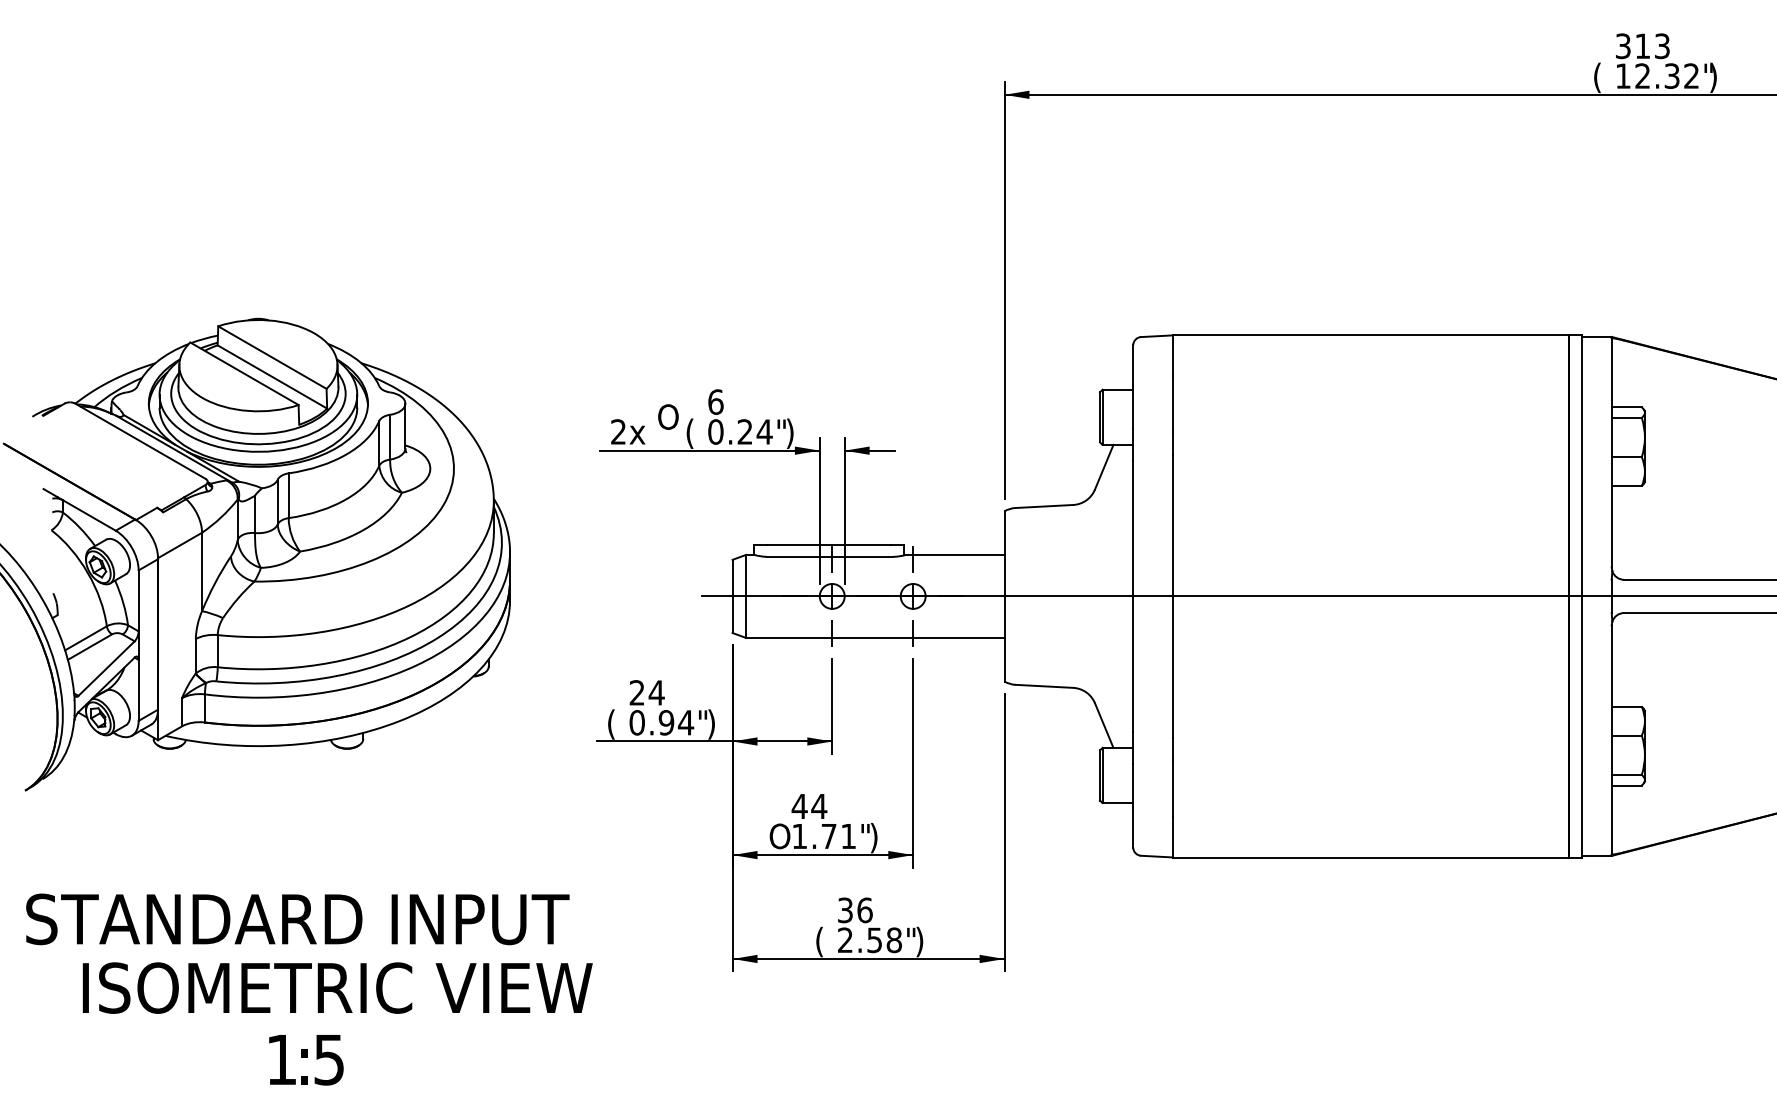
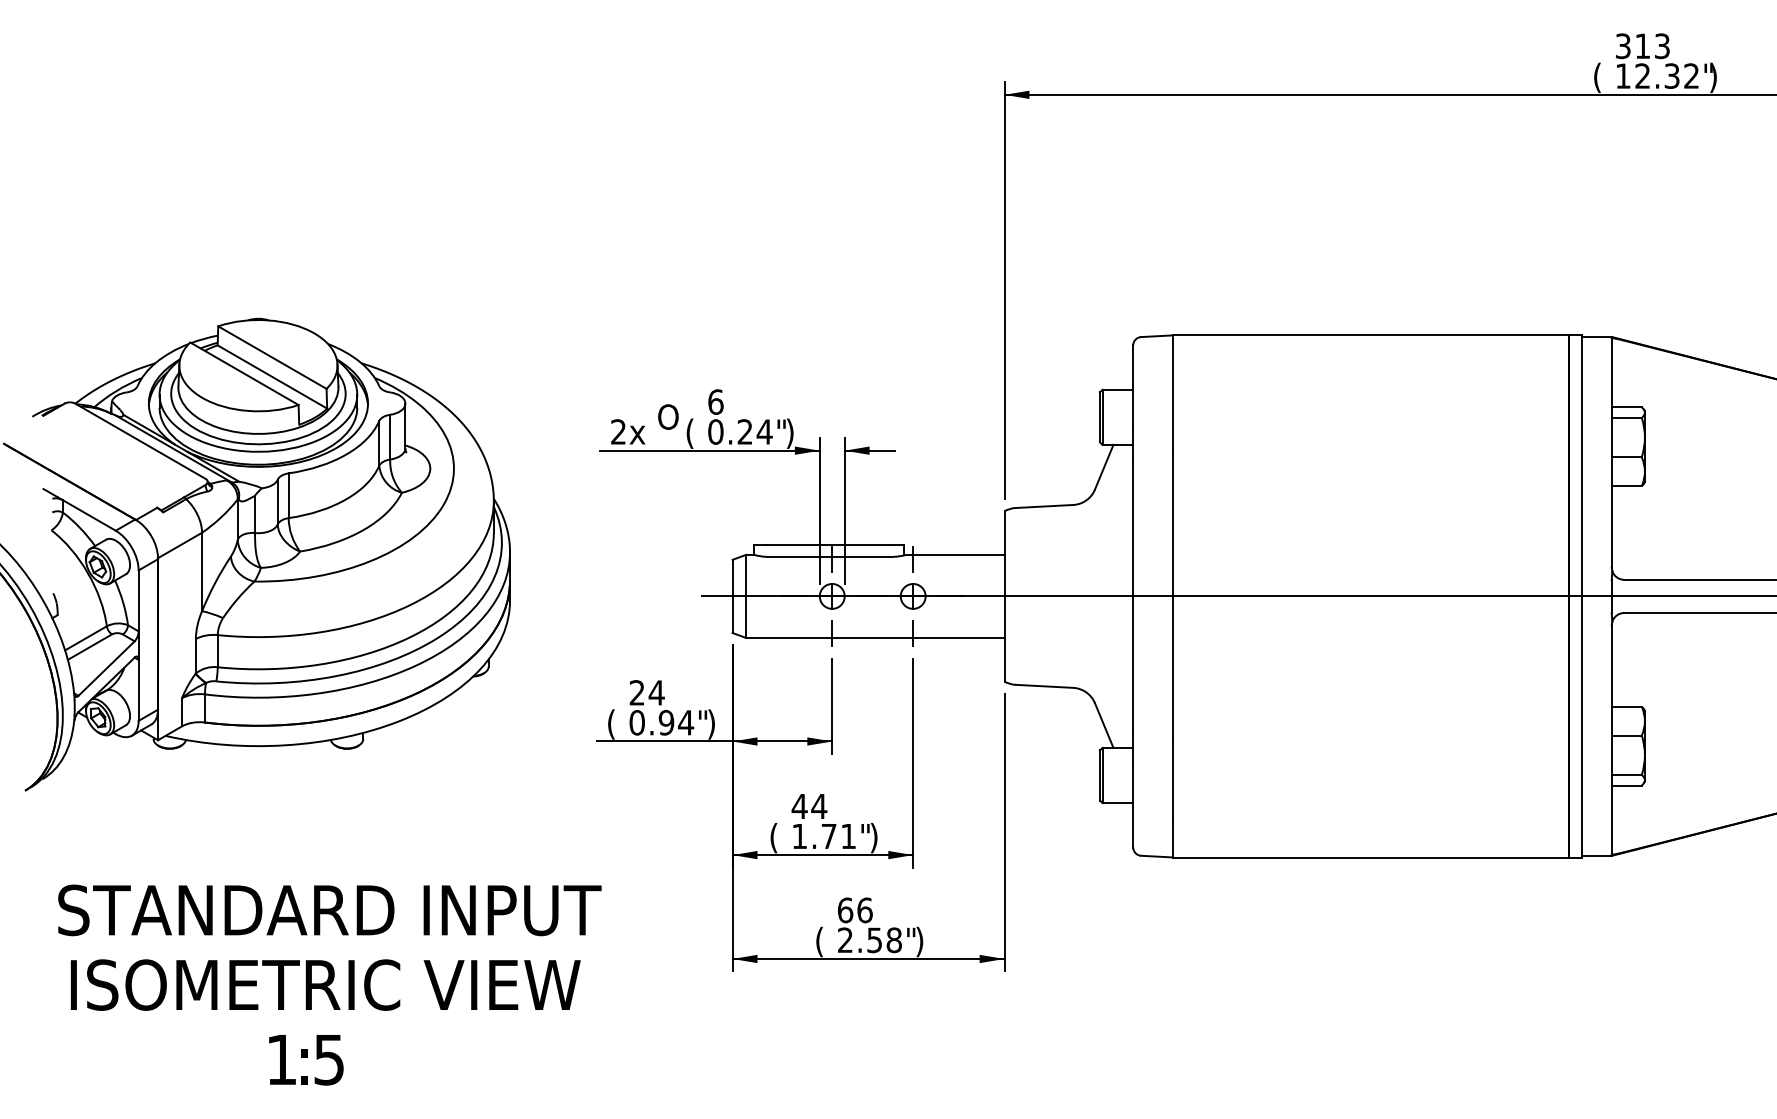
text at (779, 838): O -> (
text at (845, 910): 36 -> 66
text at (297, 919) position: (297, 919) -> (329, 910)
text at (337, 987) position: (337, 987) -> (325, 984)
